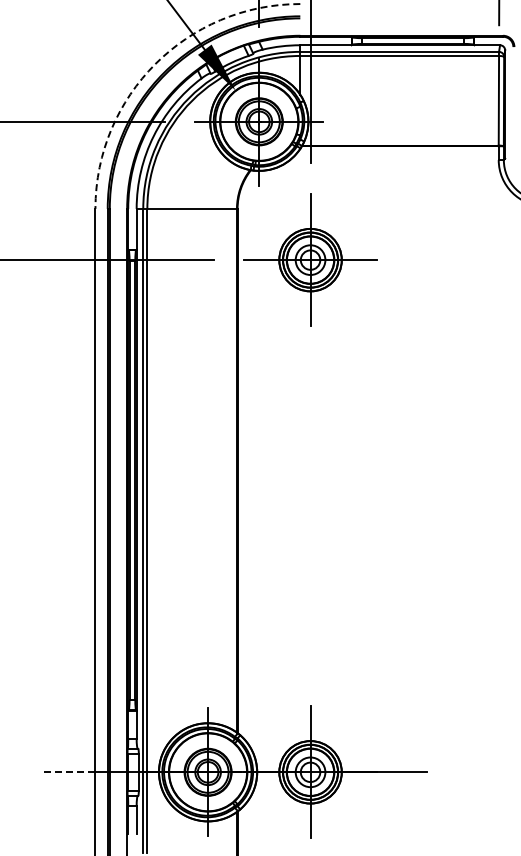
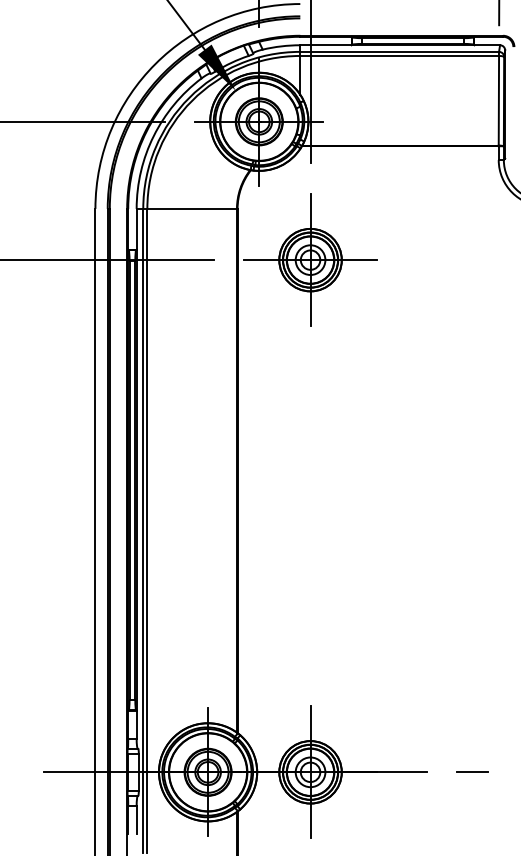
arc at (155, 64): dashed -> solid
line at (472, 771): none -> present
line at (69, 772): dashed -> solid
